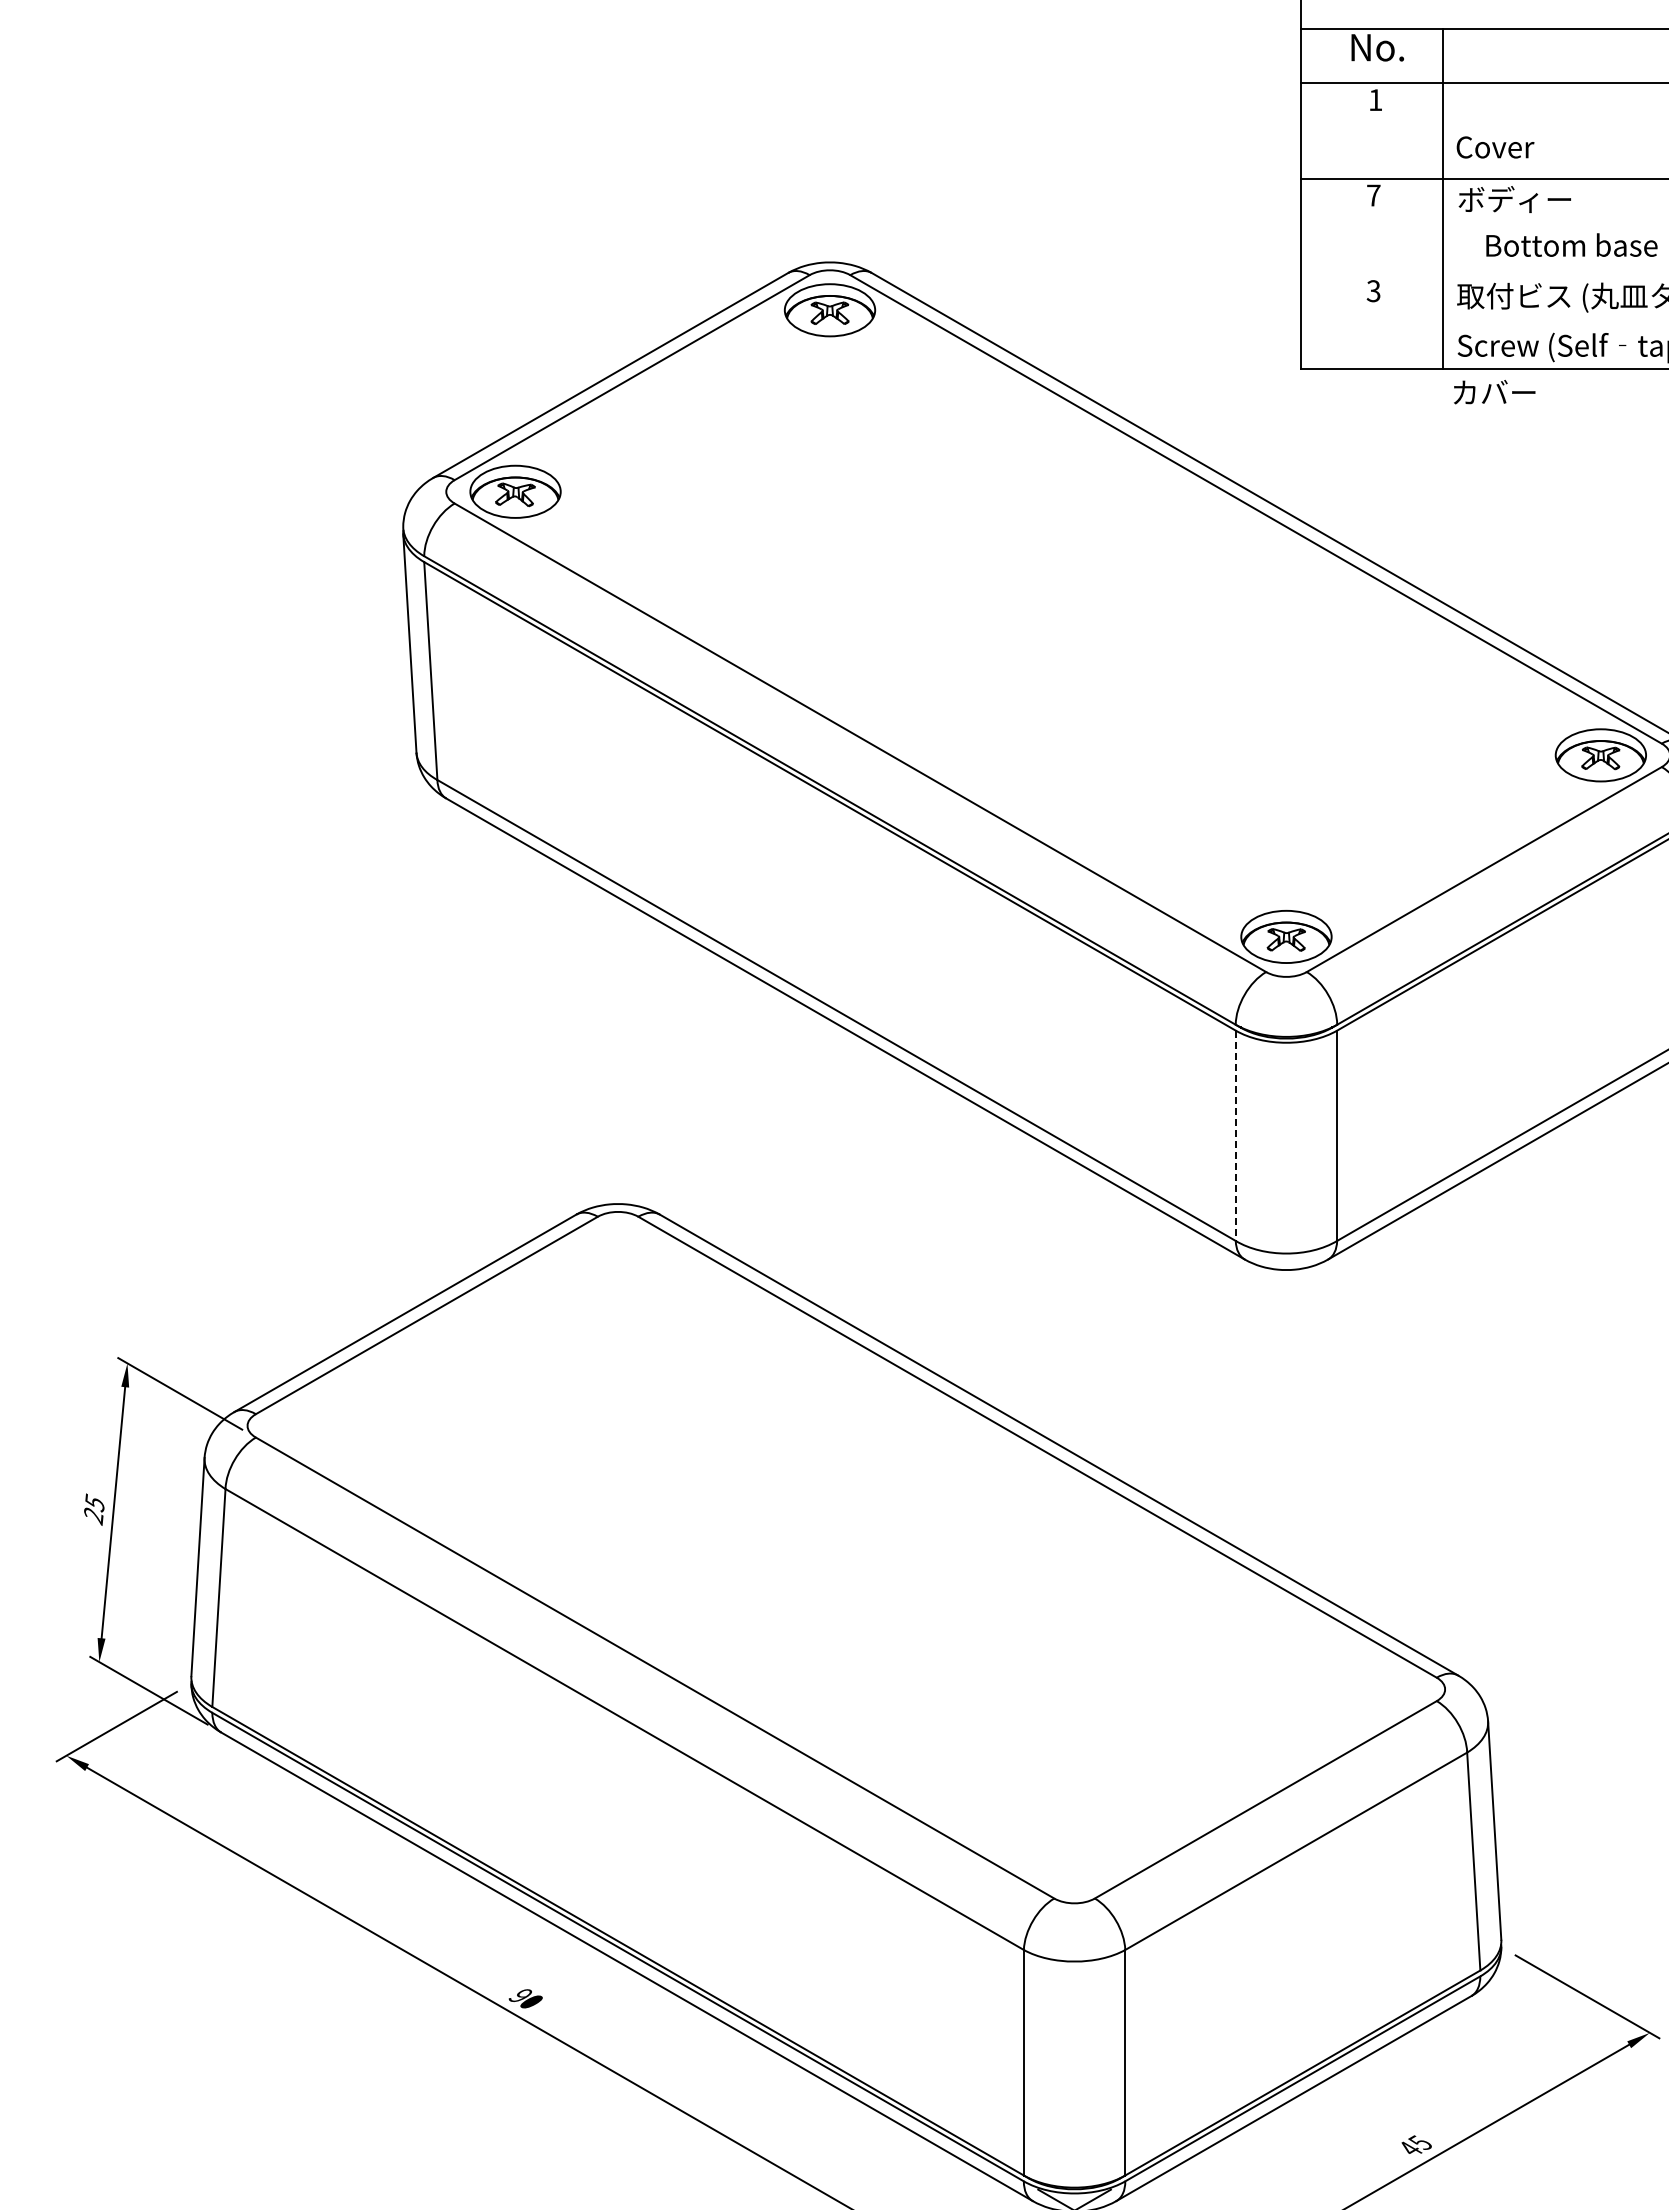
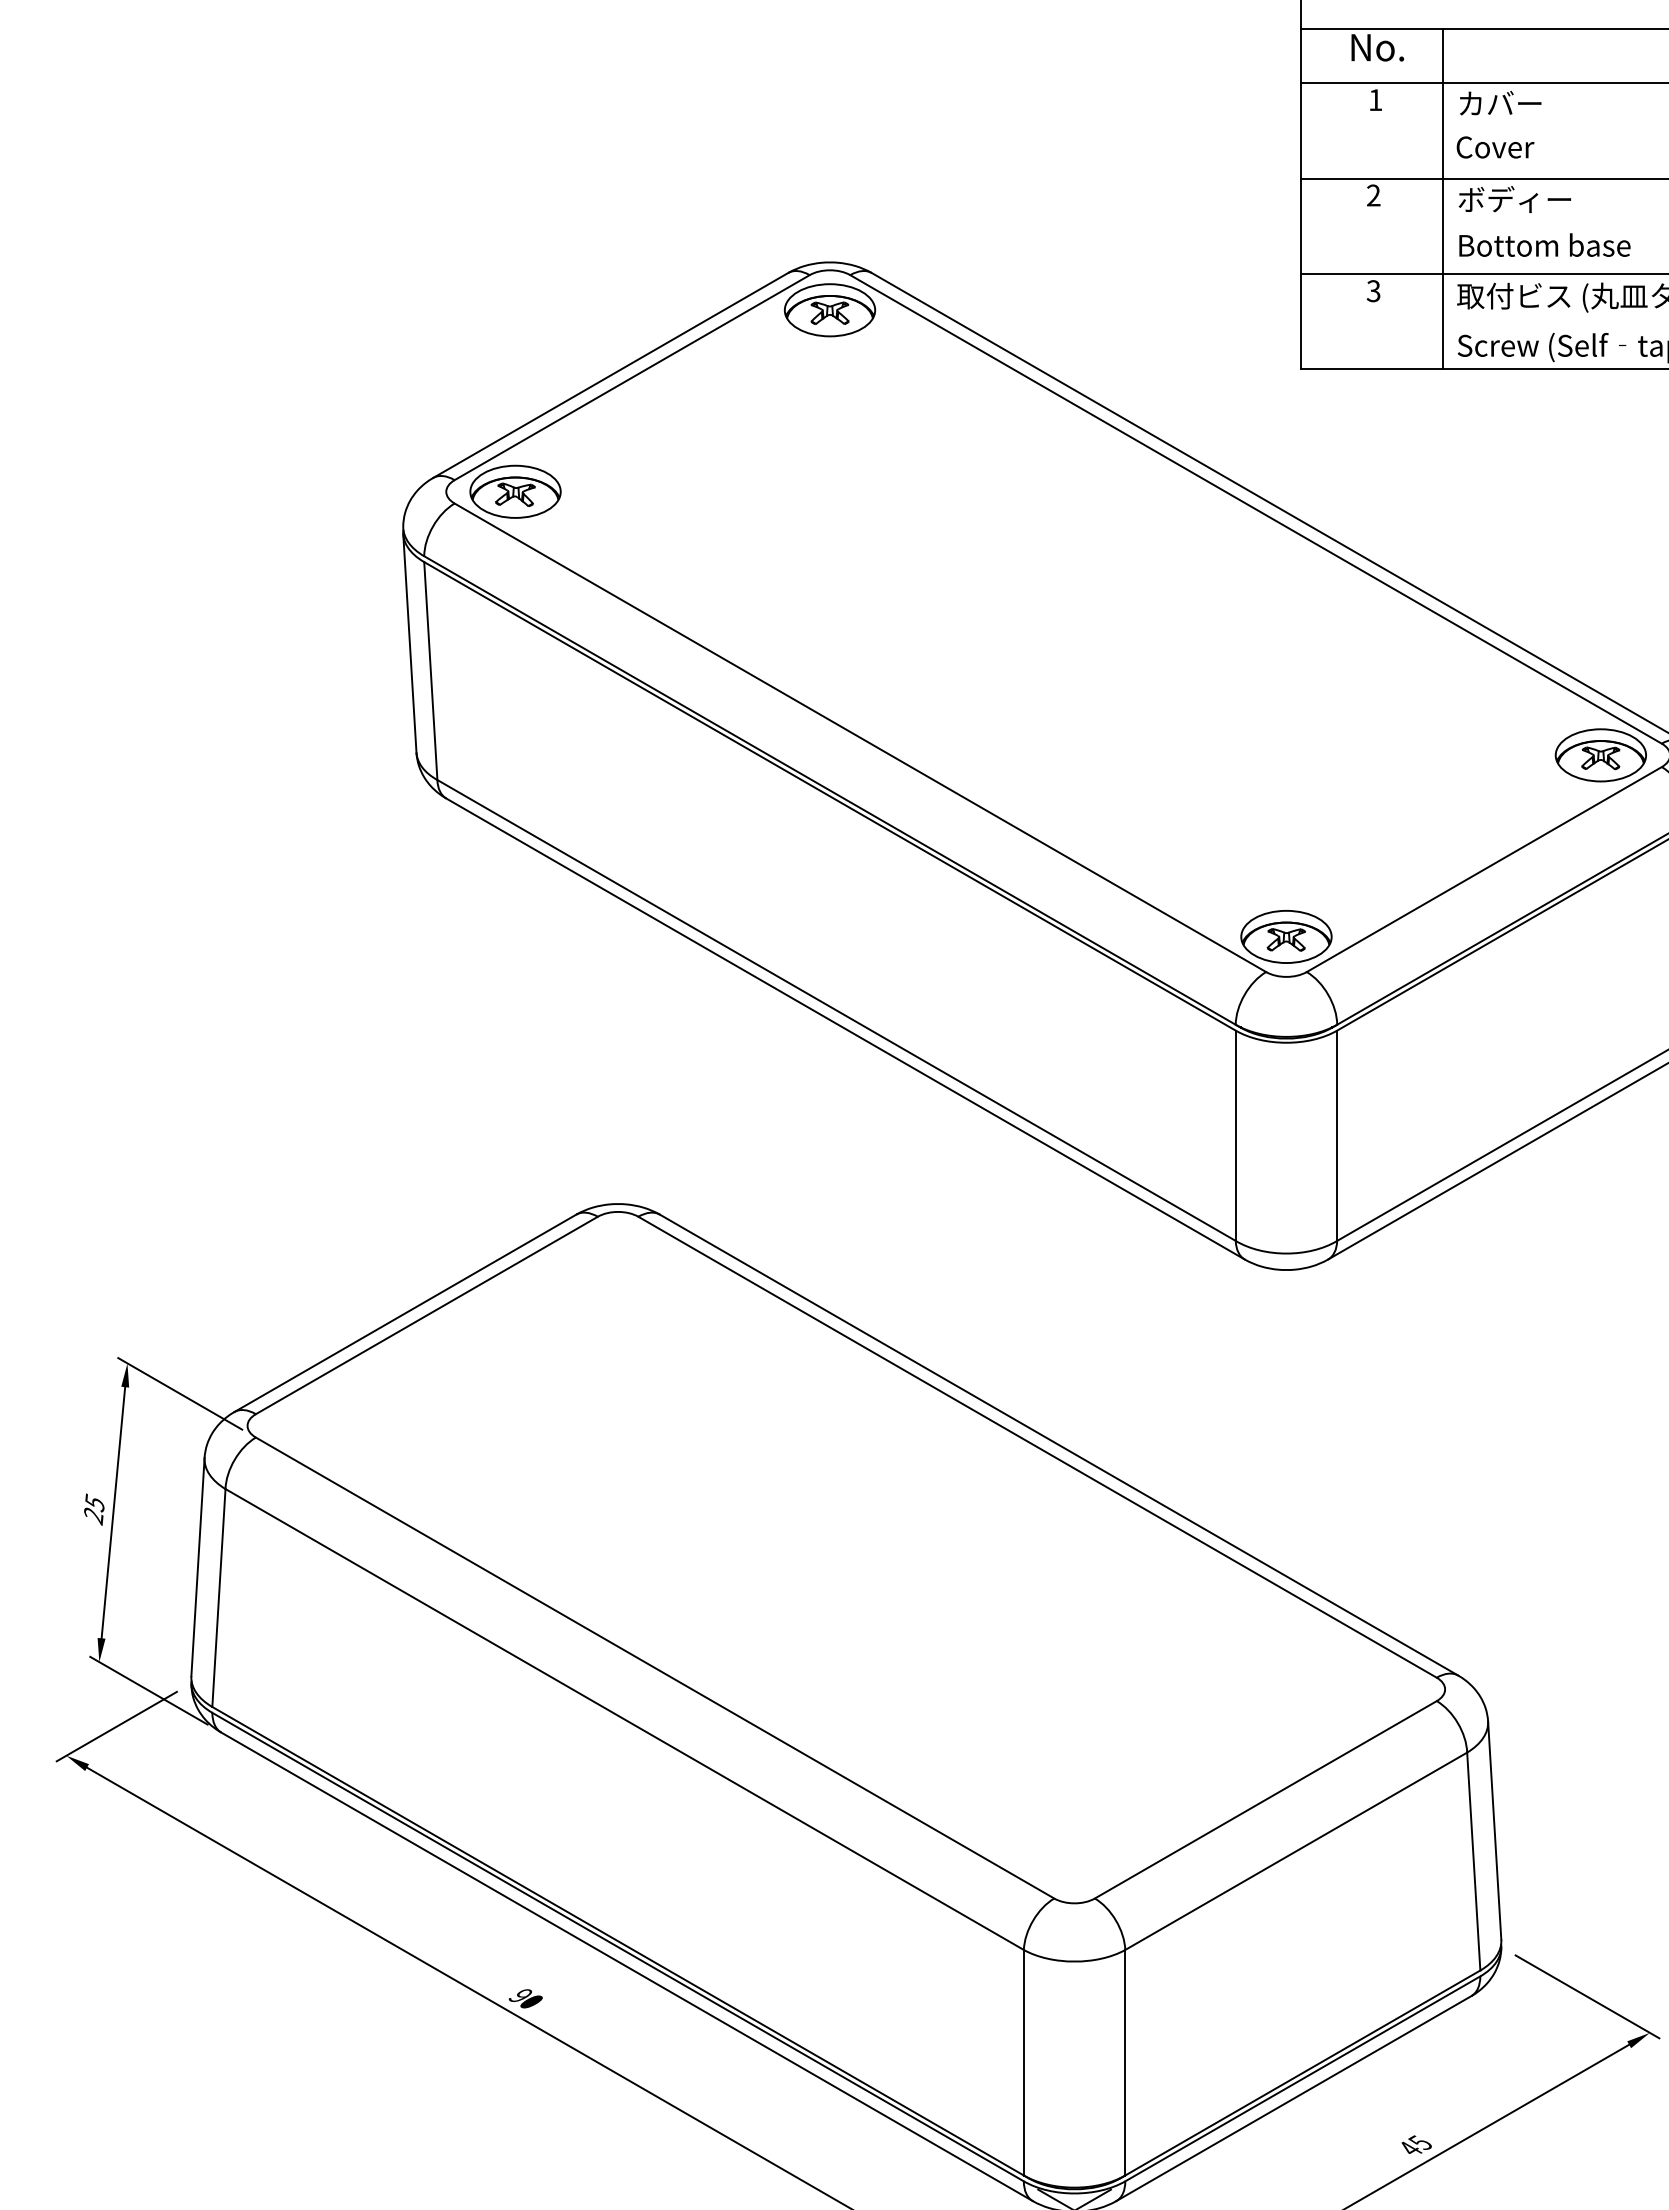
text at (1373, 195): 7 -> 2
text at (1571, 244) position: (1571, 244) -> (1544, 244)
line at (1482, 273): none -> present
text at (1494, 392) position: (1494, 392) -> (1500, 103)
line at (1235, 1136): dashed -> solid
